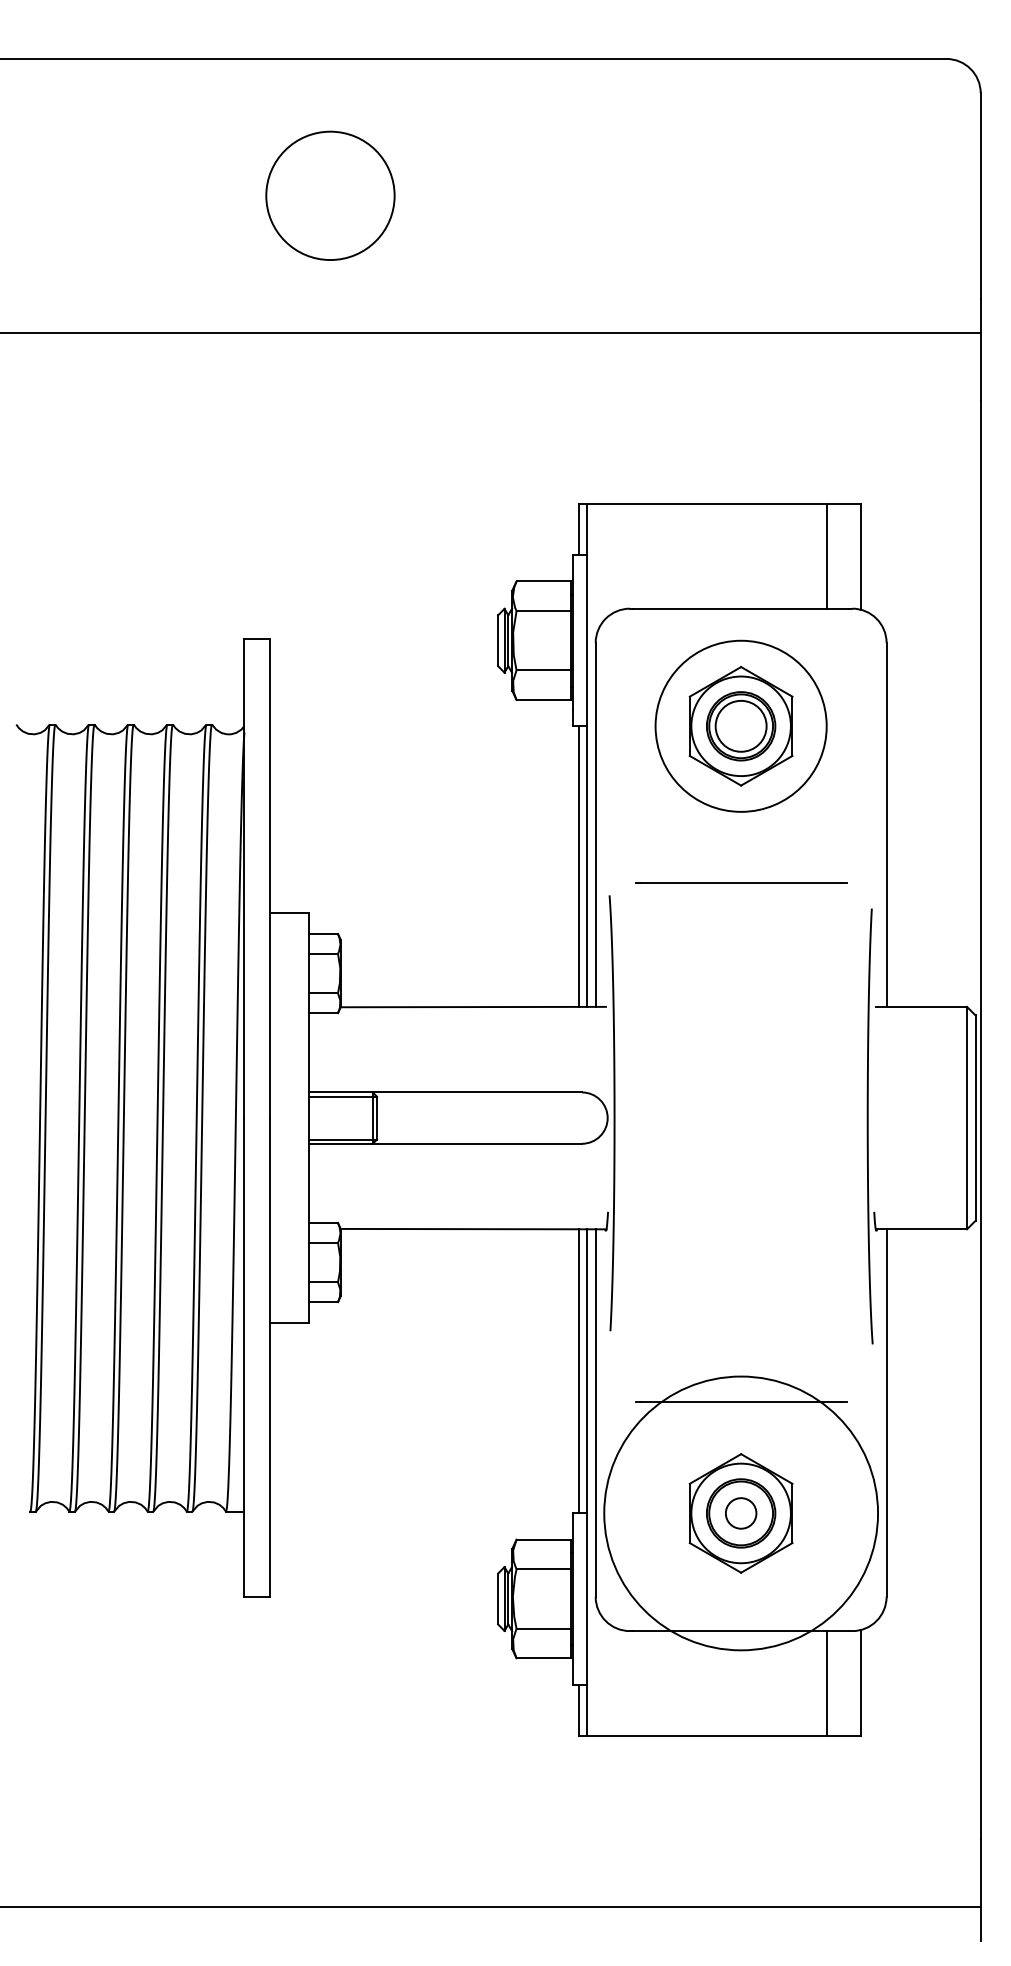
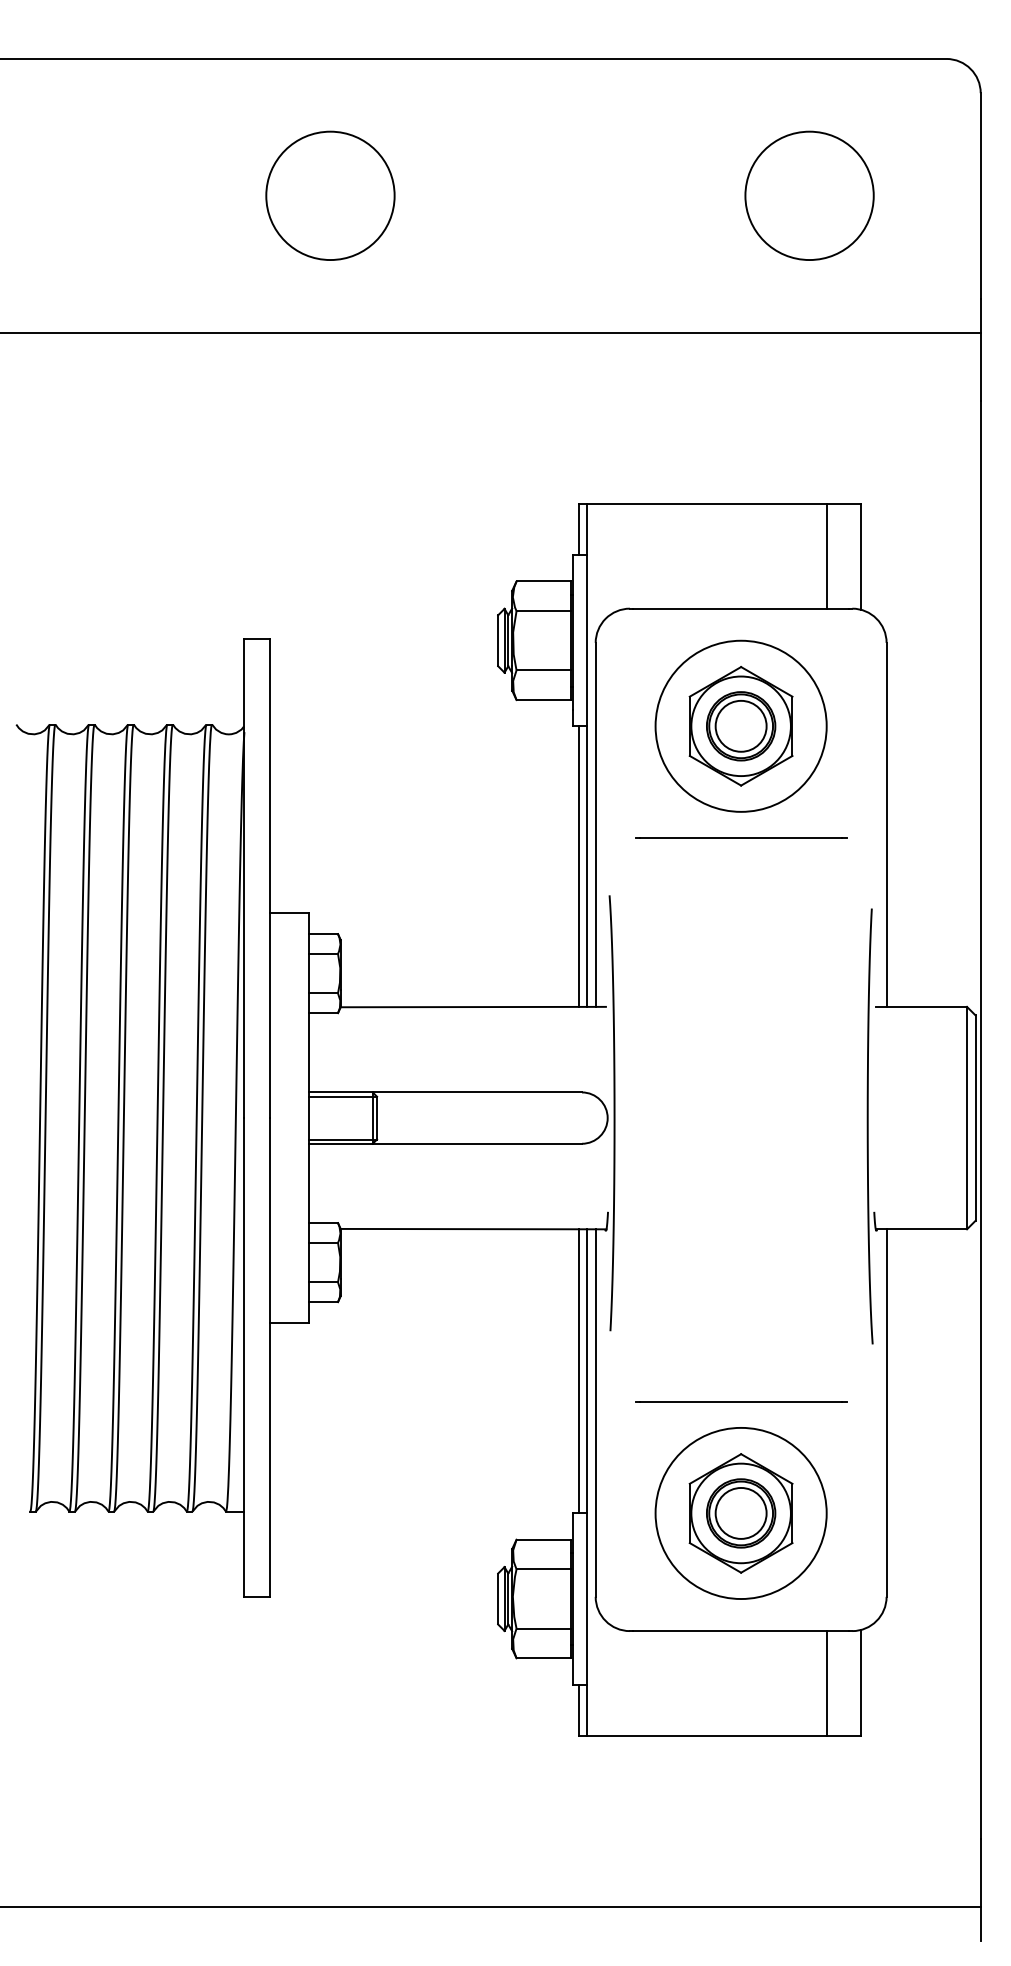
circle at (809, 195): none -> present
line at (741, 882) position: (741, 882) -> (741, 837)
circle at (740, 1513) diameter: 31 px -> 51 px
circle at (741, 1513) diameter: 274 px -> 171 px
